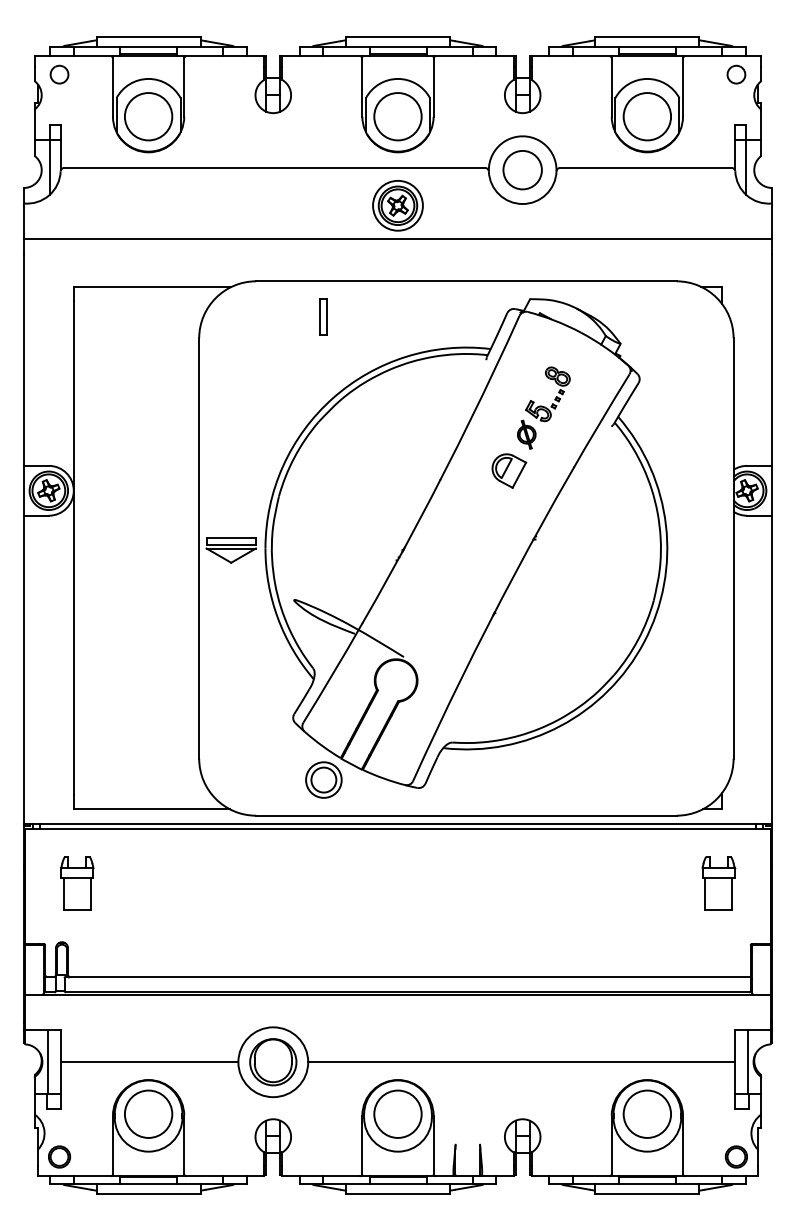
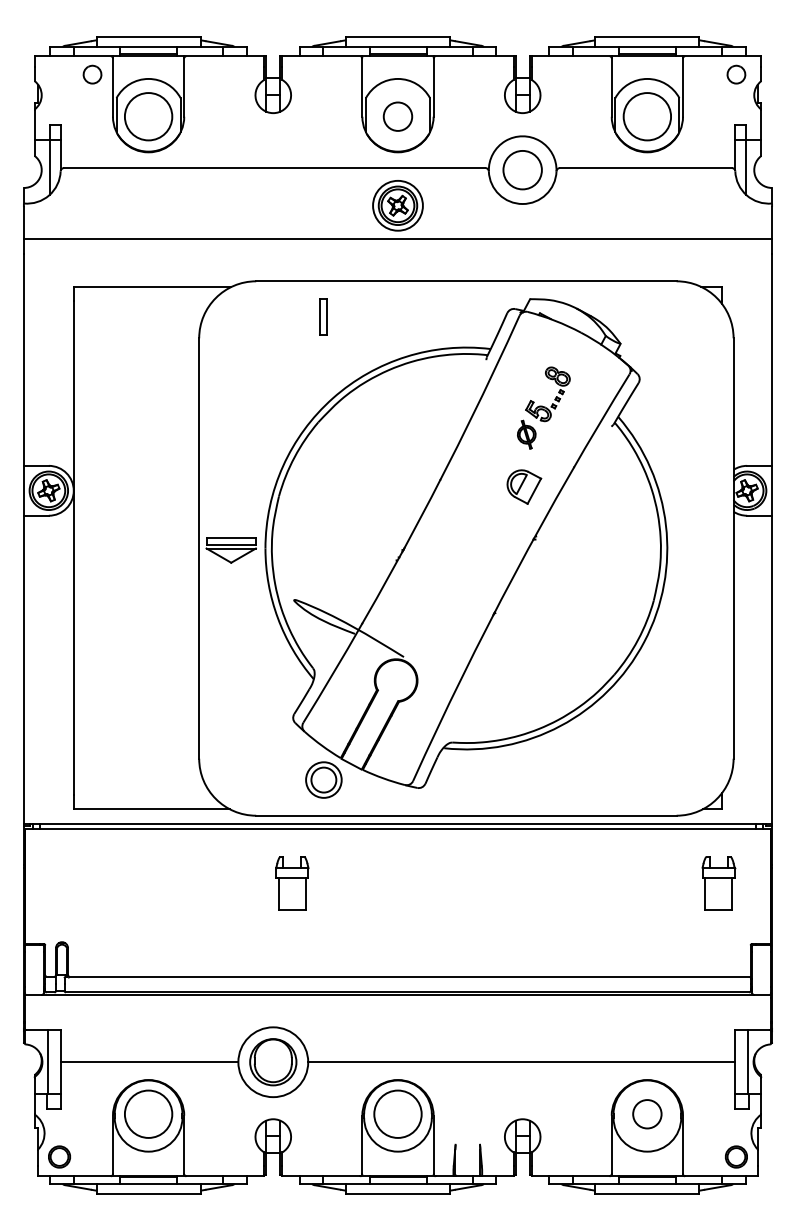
part at (59, 74) position: (59, 74) -> (92, 74)
circle at (397, 116) diameter: 47 px -> 28 px
part at (509, 470) position: (509, 470) -> (524, 486)
part at (77, 883) position: (77, 883) -> (292, 883)
circle at (647, 1113) diameter: 47 px -> 28 px
